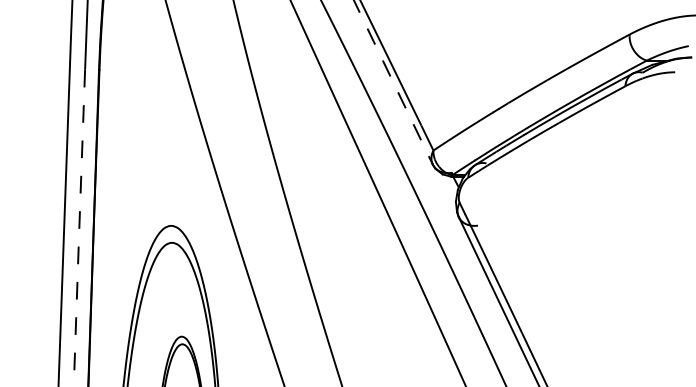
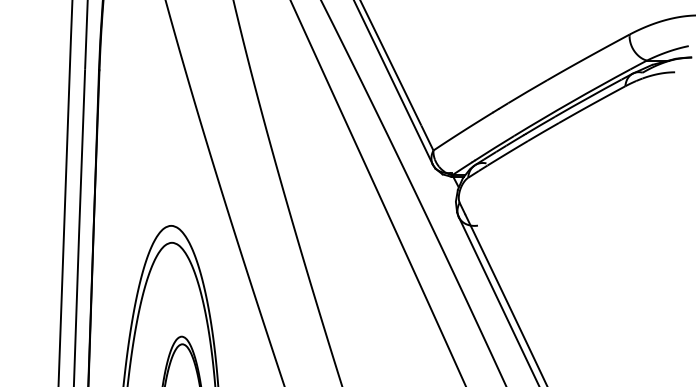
line at (393, 82): dashed -> solid
arc at (79, 228): dashed -> solid
